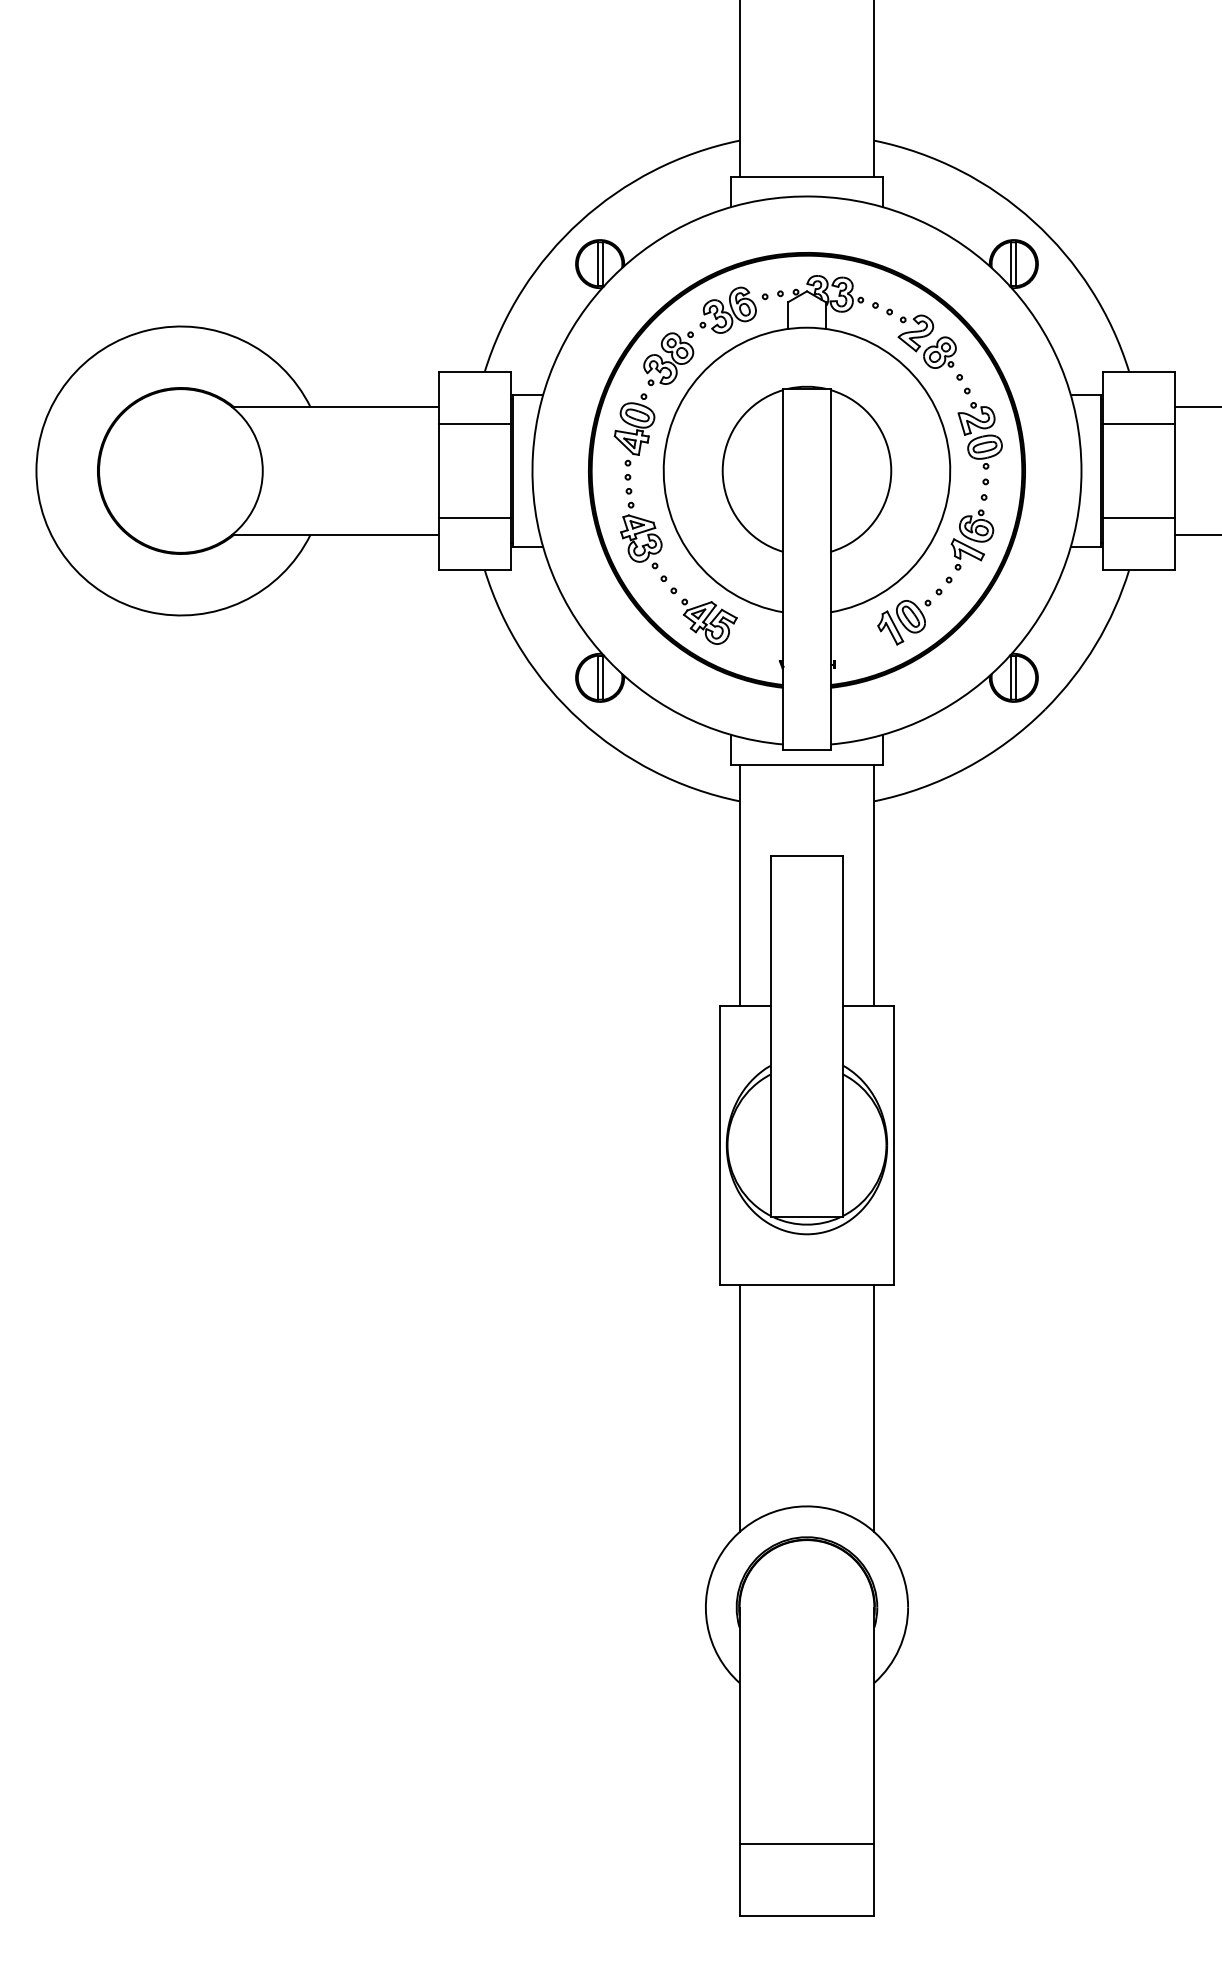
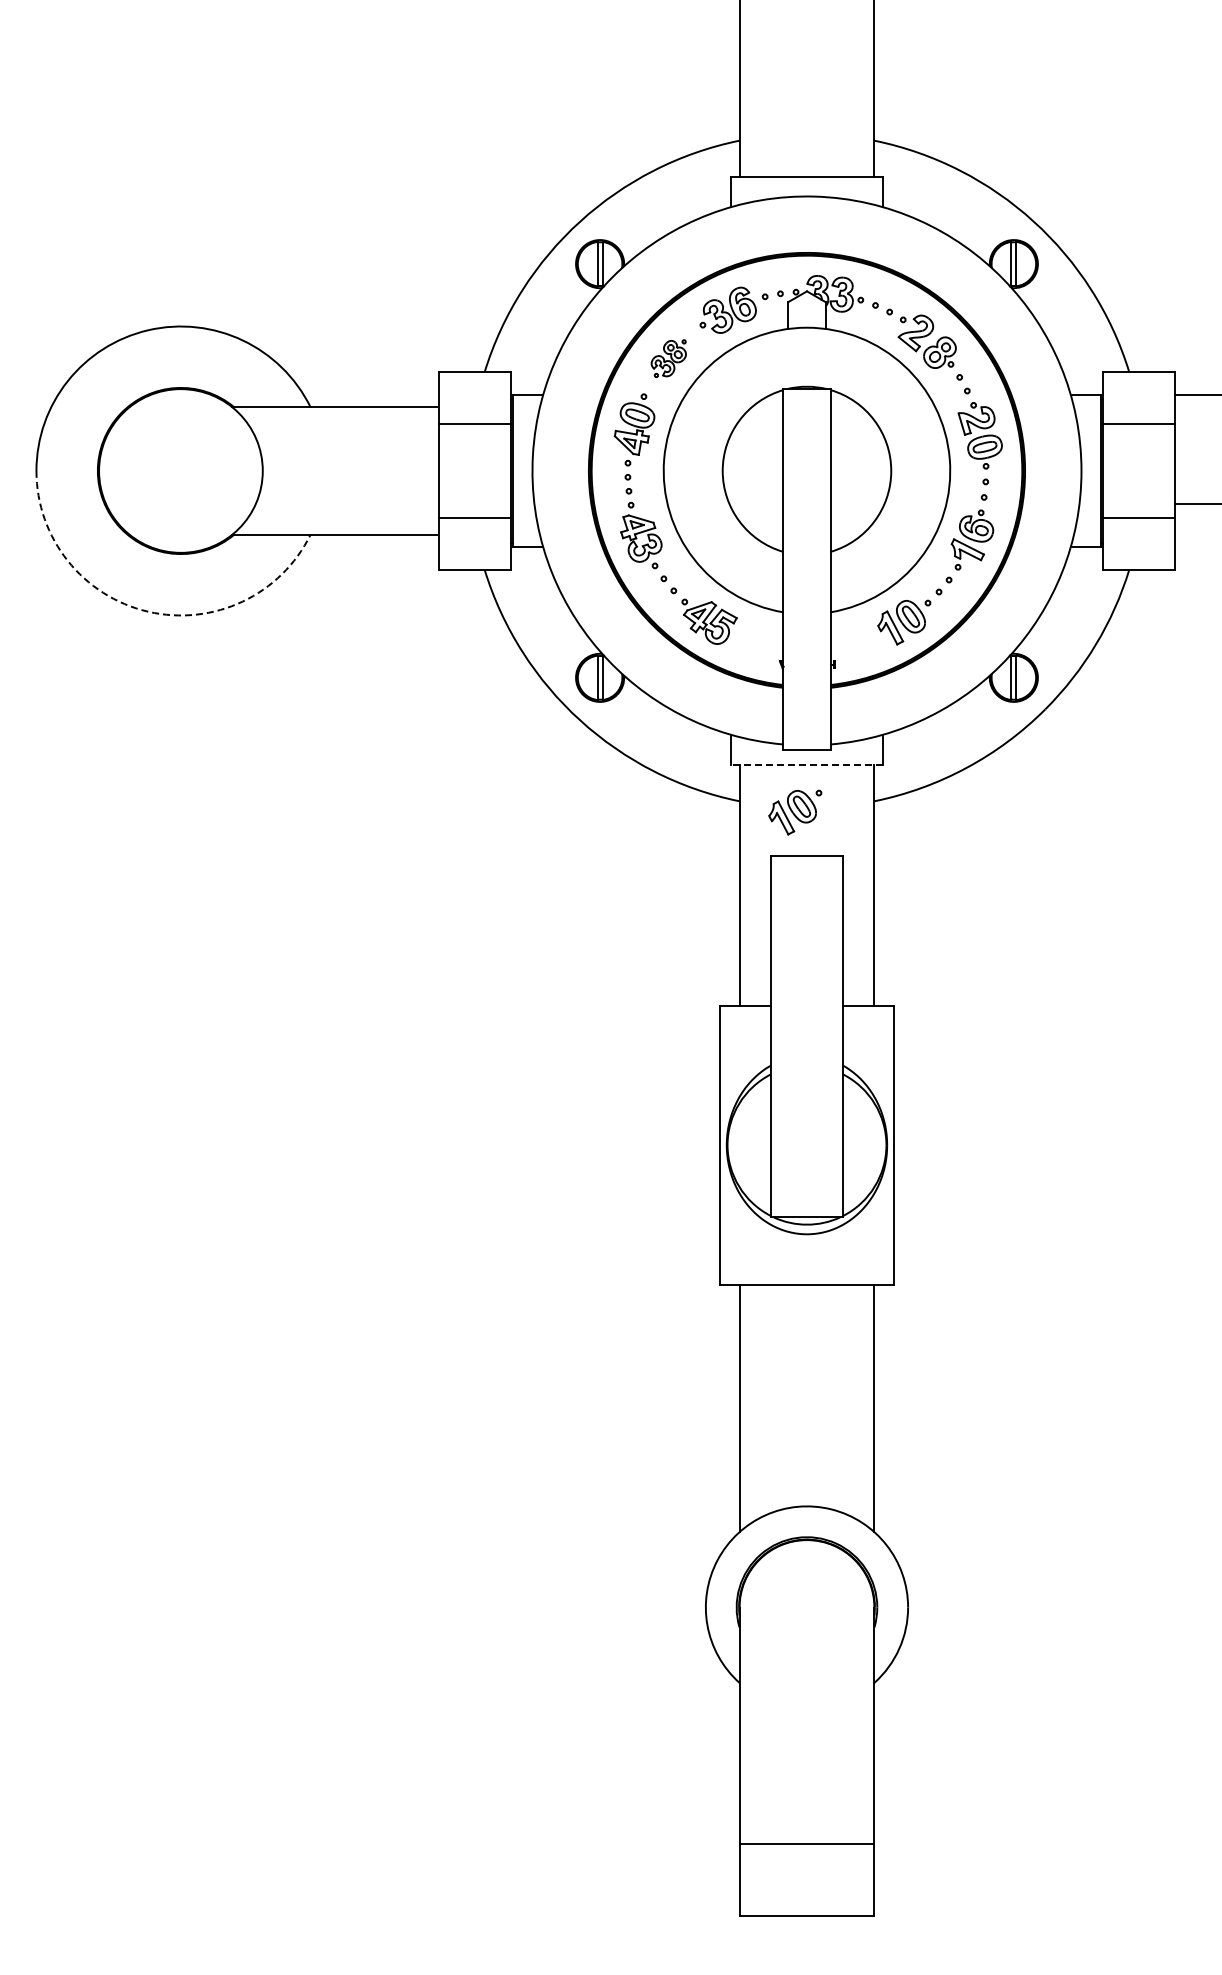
part at (668, 358) size: 52x55 px -> 37x39 px
line at (1196, 407) position: (1196, 407) -> (1196, 395)
line at (1196, 534) position: (1196, 534) -> (1196, 503)
arc at (148, 611): solid -> dashed
line at (806, 764): solid -> dashed
part at (795, 812): none -> present
